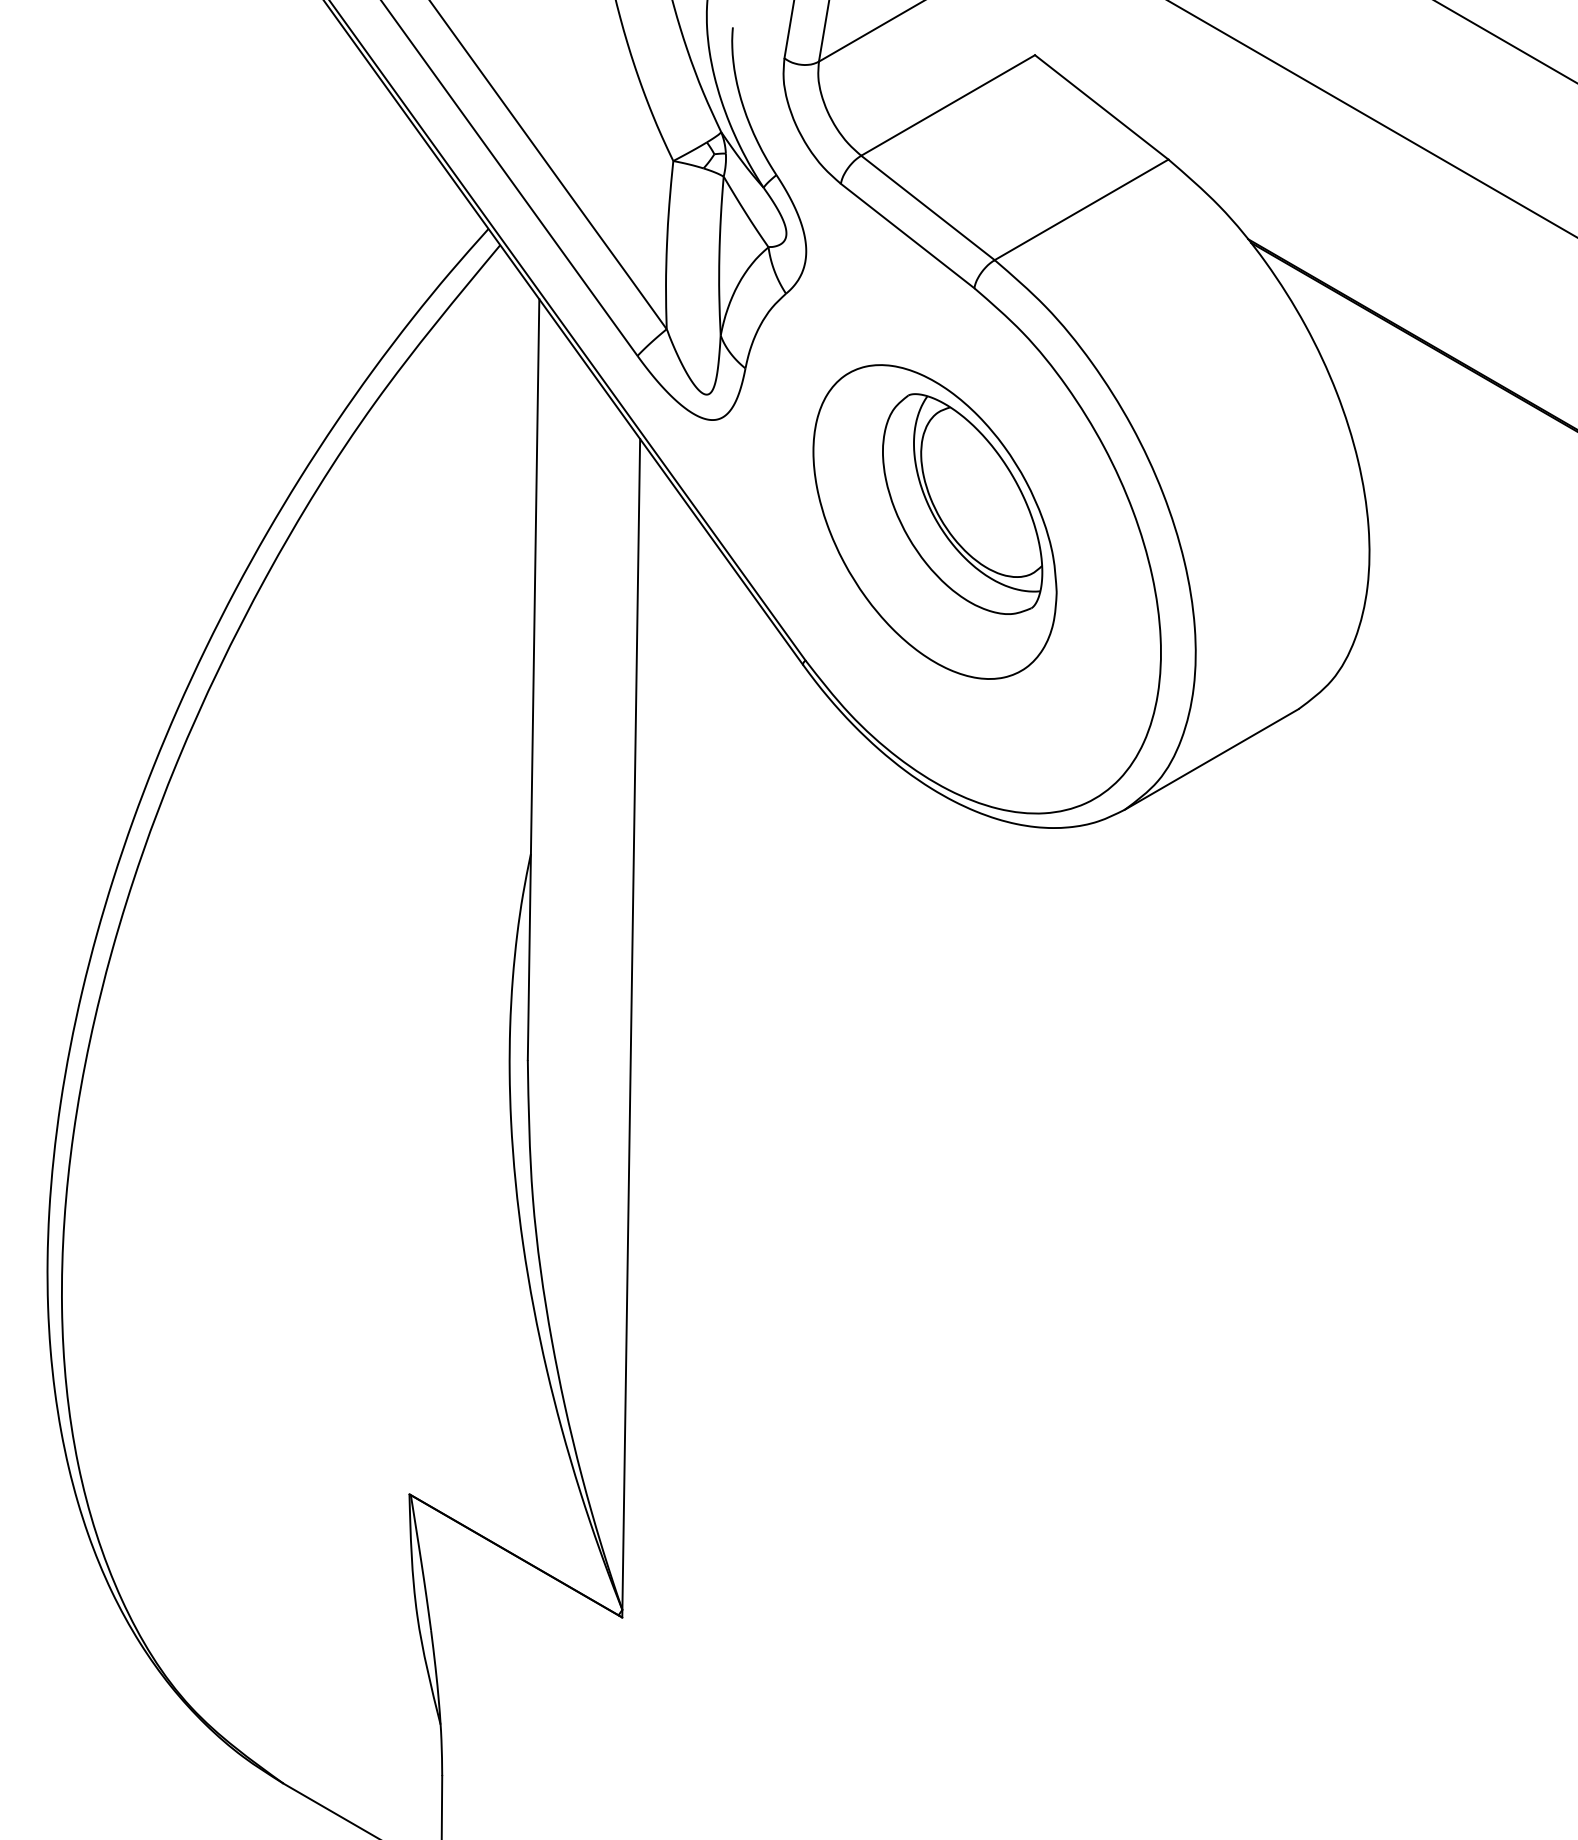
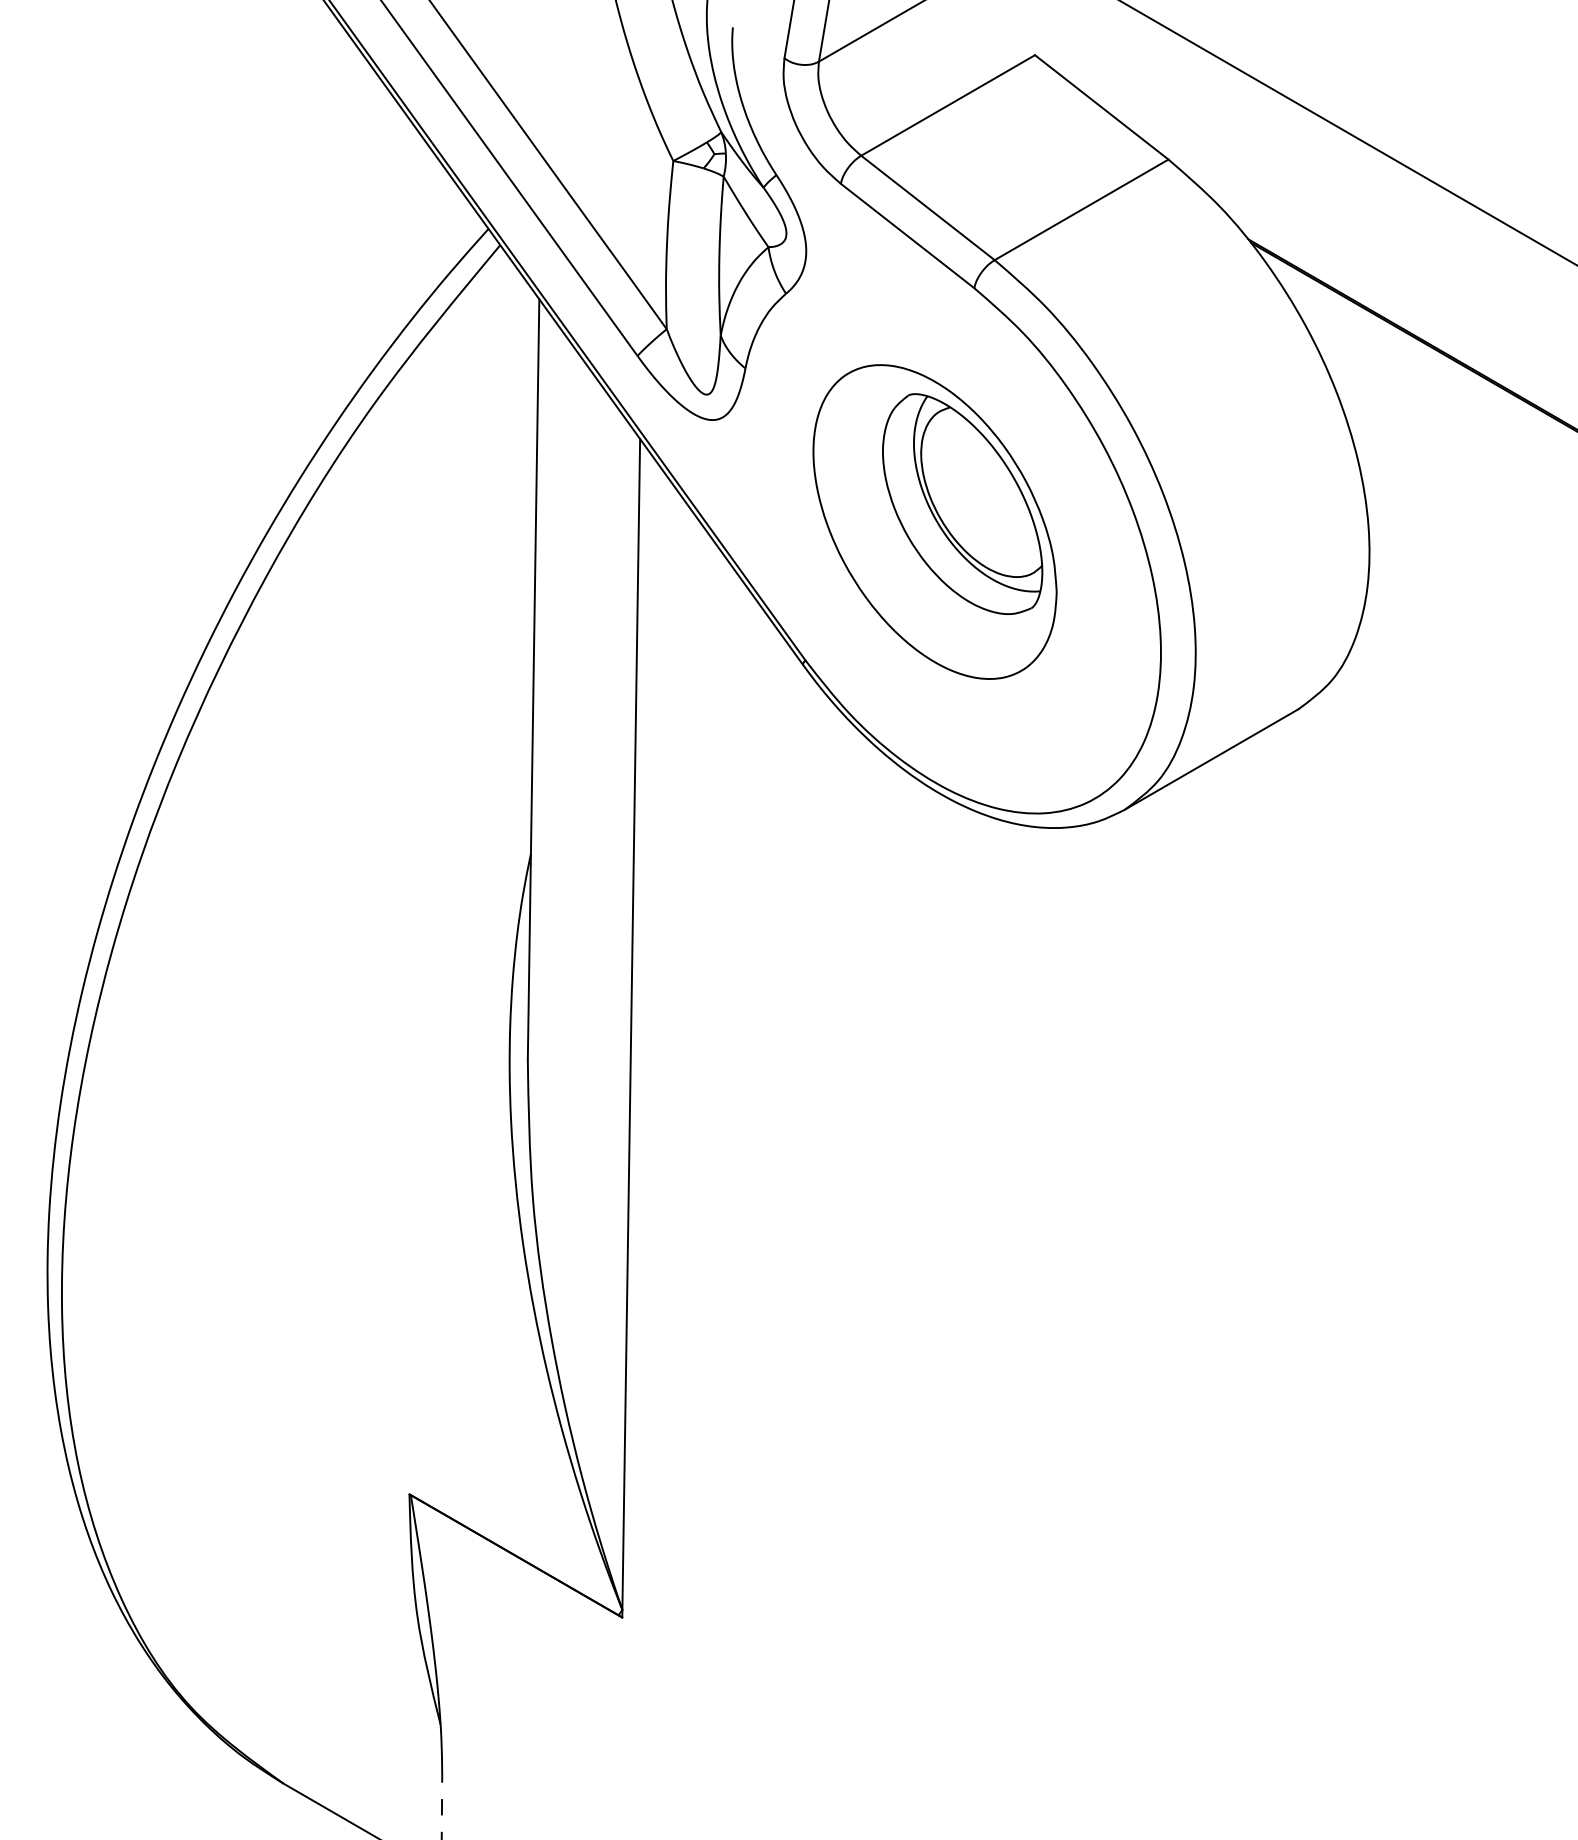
line at (1505, 41): present -> none
line at (1372, 118) position: (1372, 118) -> (1348, 132)
line at (441, 1807): solid -> dashed
